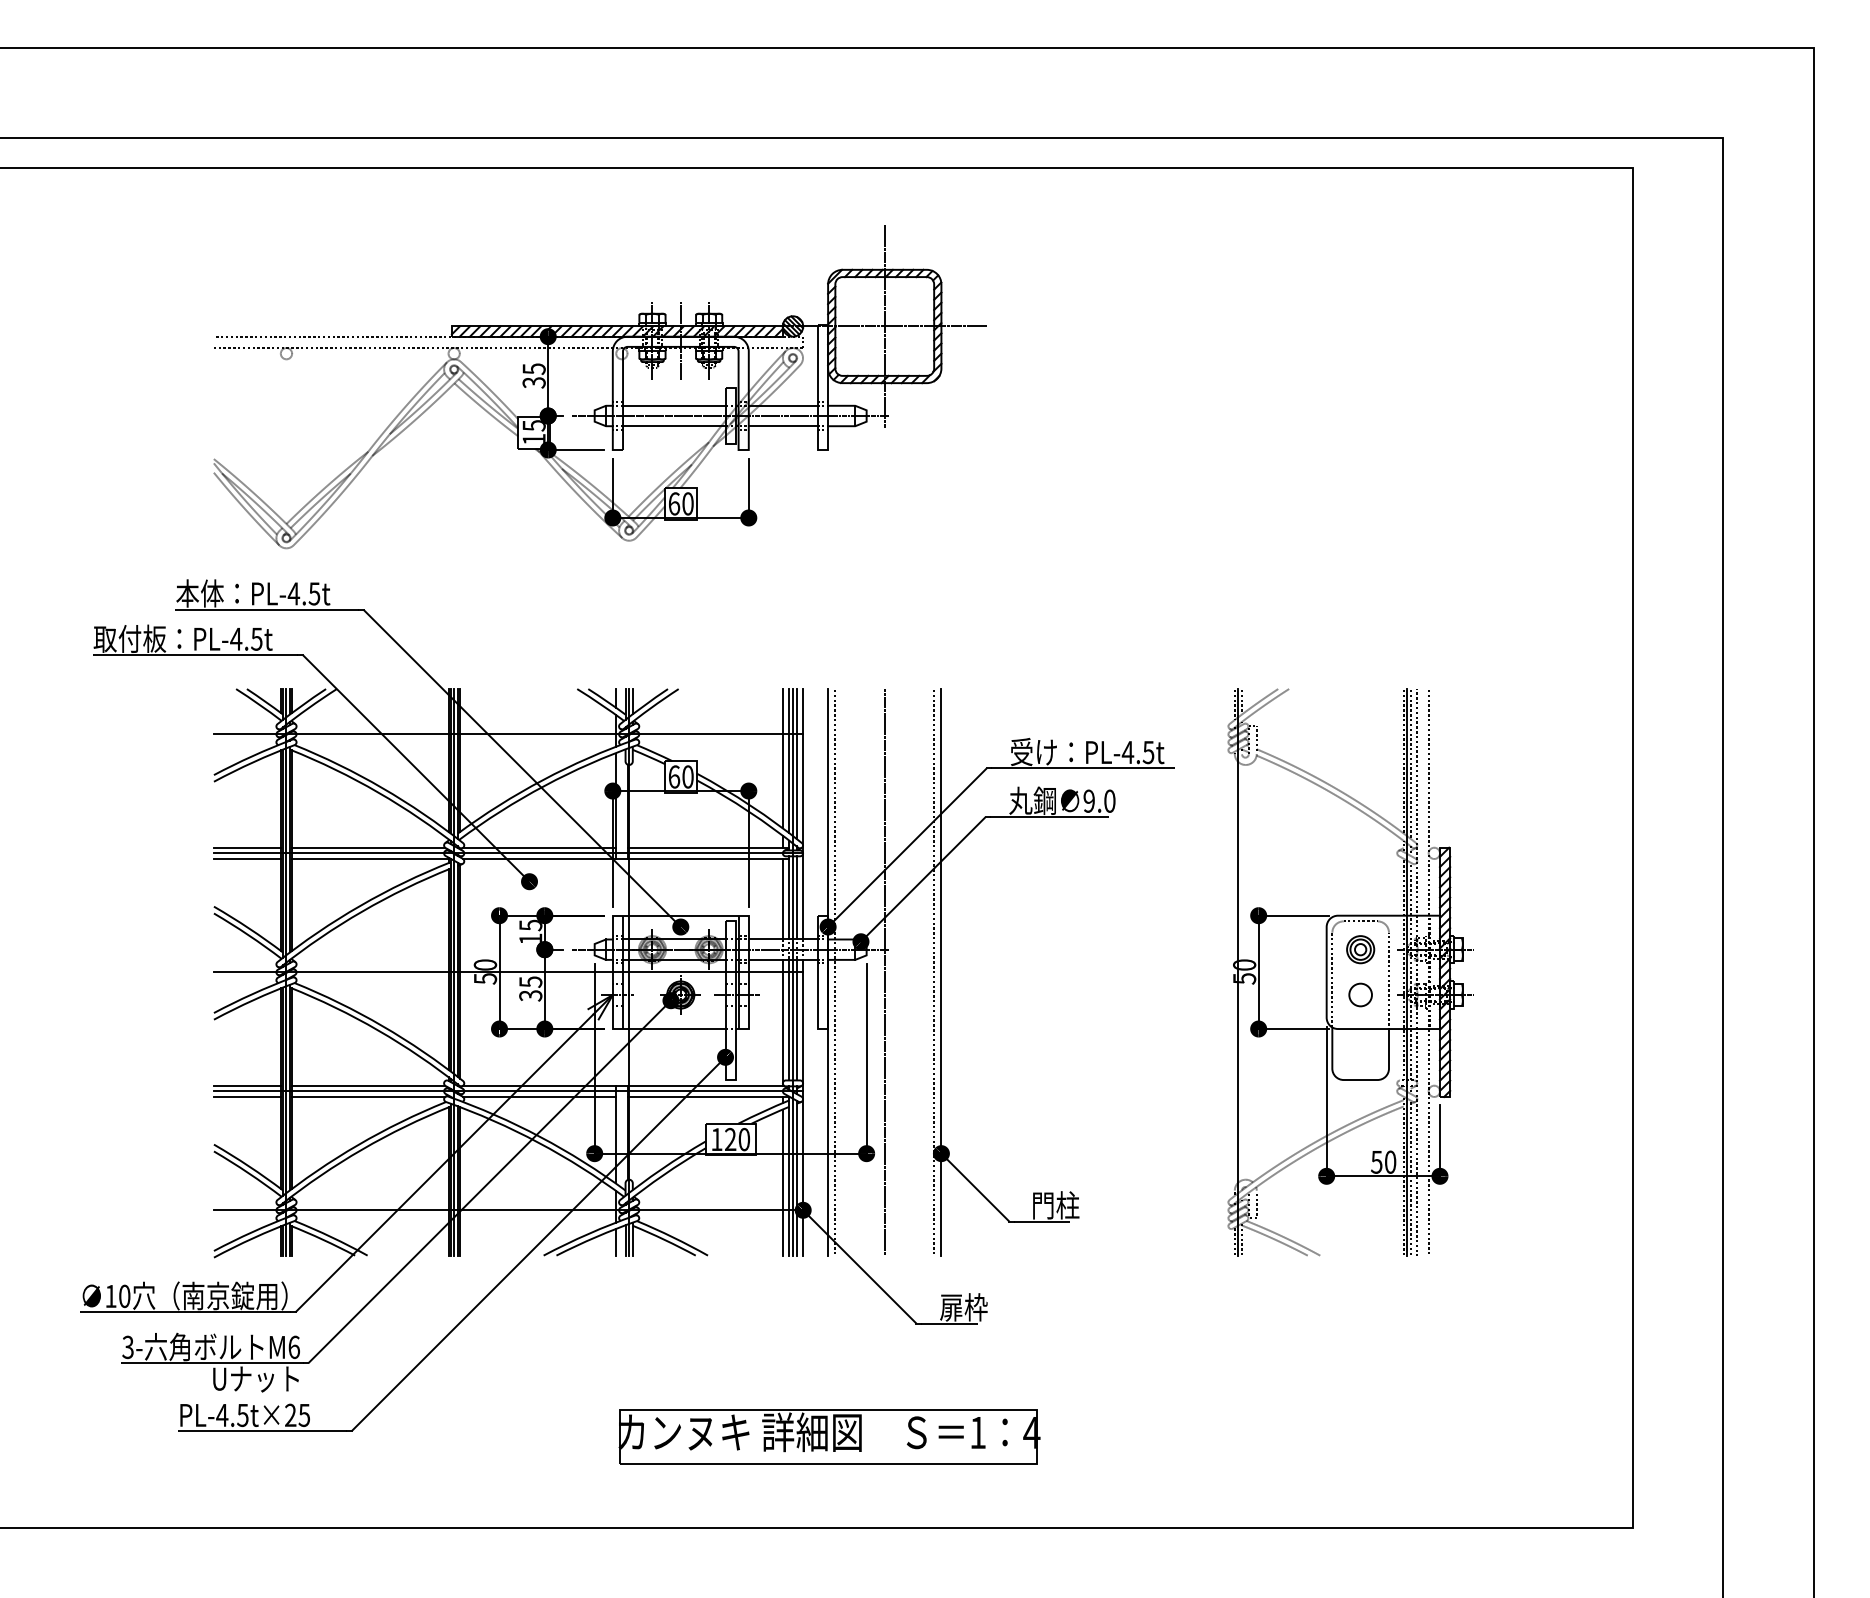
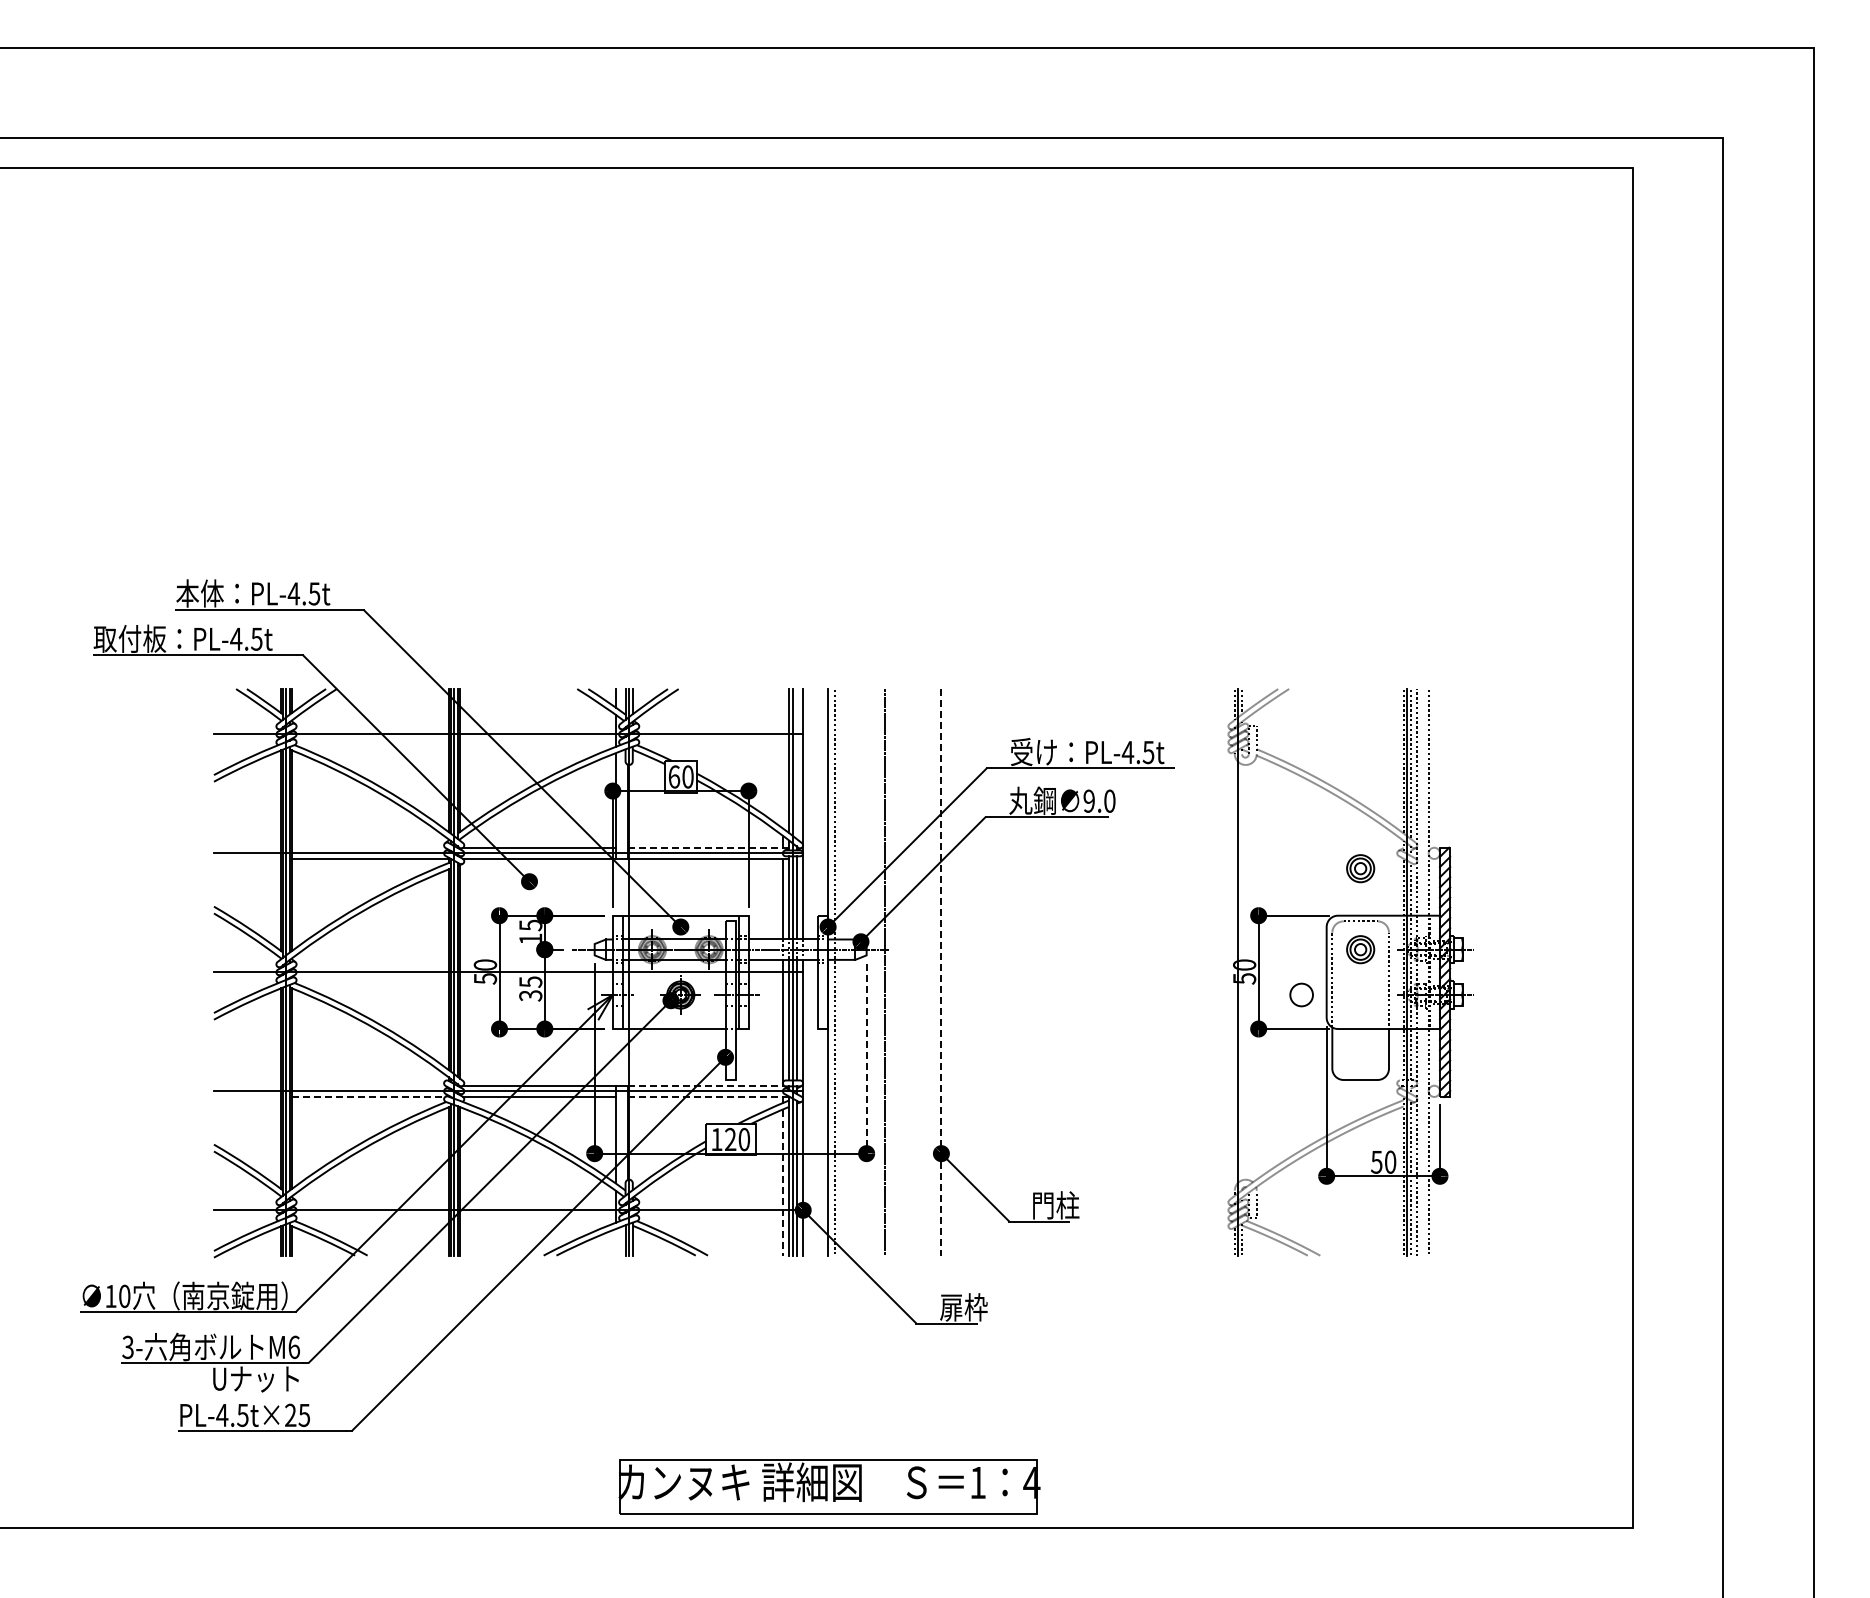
part at (599, 387): present -> none
line at (782, 758): present -> none
line at (796, 763): present -> none
line at (246, 847): present -> none
line at (368, 847): present -> none
line at (708, 847): solid -> dashed
line at (246, 859): present -> none
part at (1360, 868): none -> present
line at (934, 972): present -> none
line at (941, 972): solid -> dashed
circle at (1360, 994) position: (1360, 994) -> (1301, 994)
line at (866, 1059): solid -> dashed
line at (246, 1085): present -> none
line at (368, 1085): present -> none
line at (706, 1085): solid -> dashed
line at (246, 1097): present -> none
line at (368, 1097): solid -> dashed
line at (708, 1097): solid -> dashed
line at (782, 1183): solid -> dashed
line at (616, 1241): present -> none
part at (829, 1436) position: (829, 1436) -> (829, 1486)
